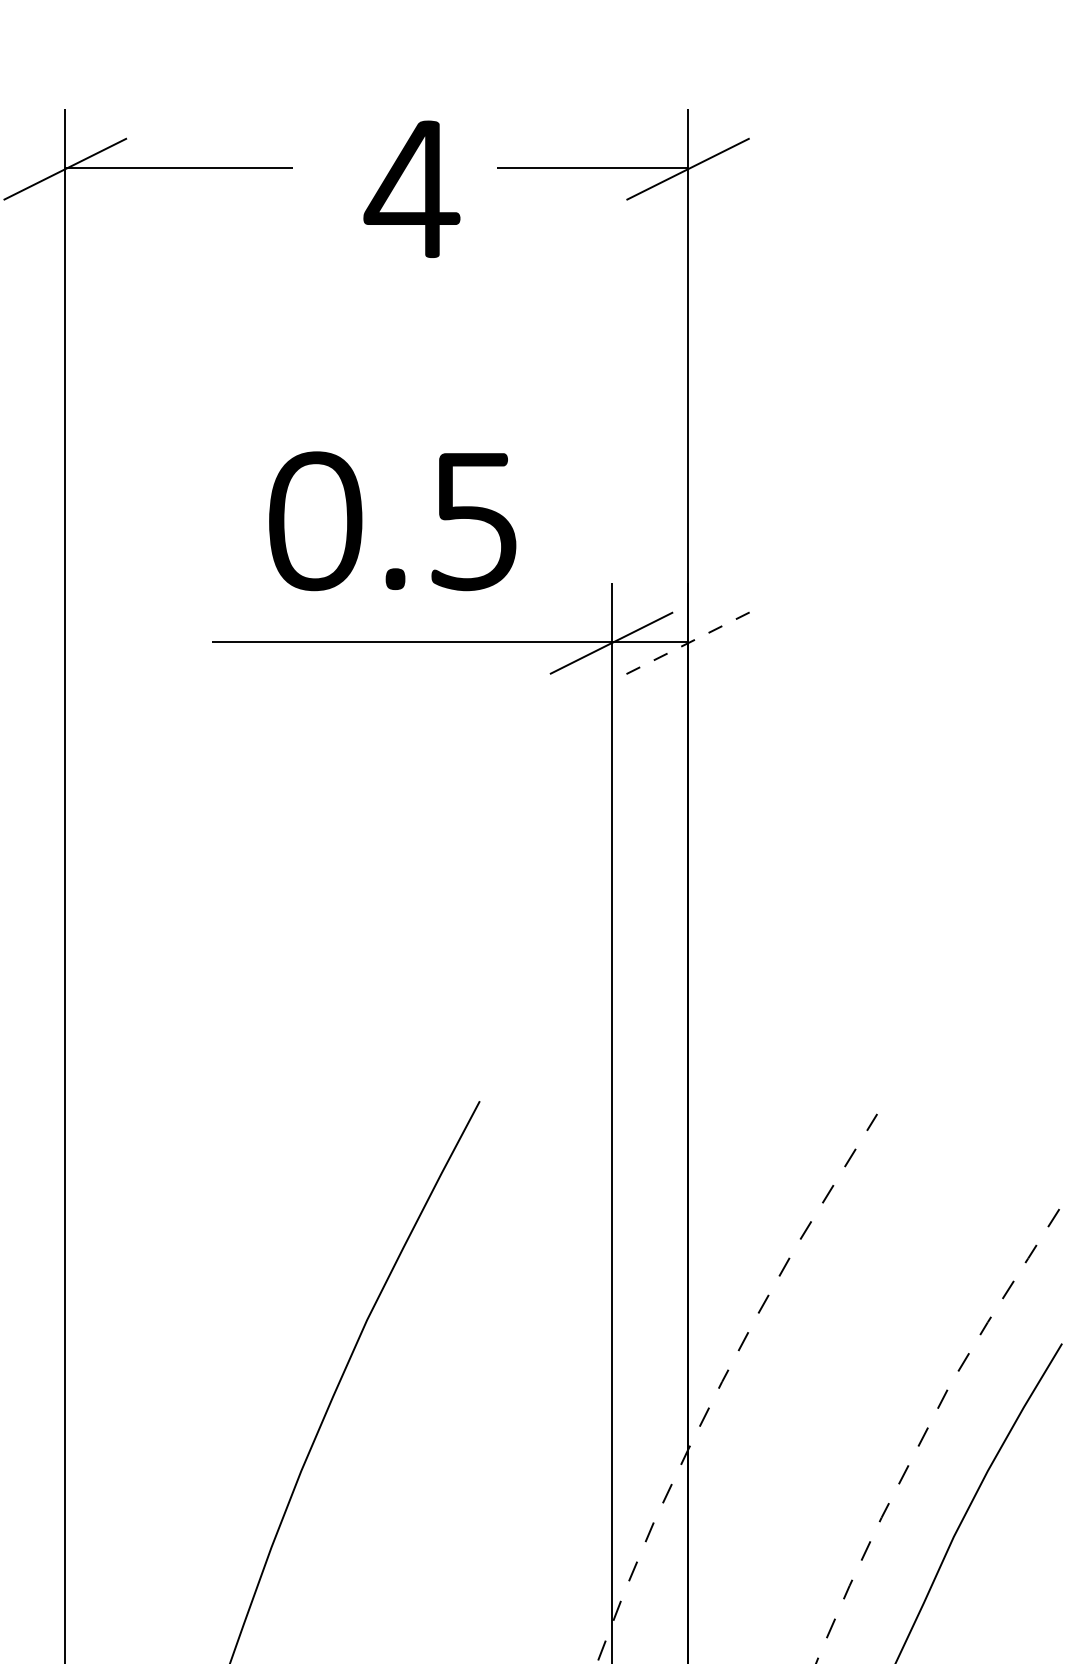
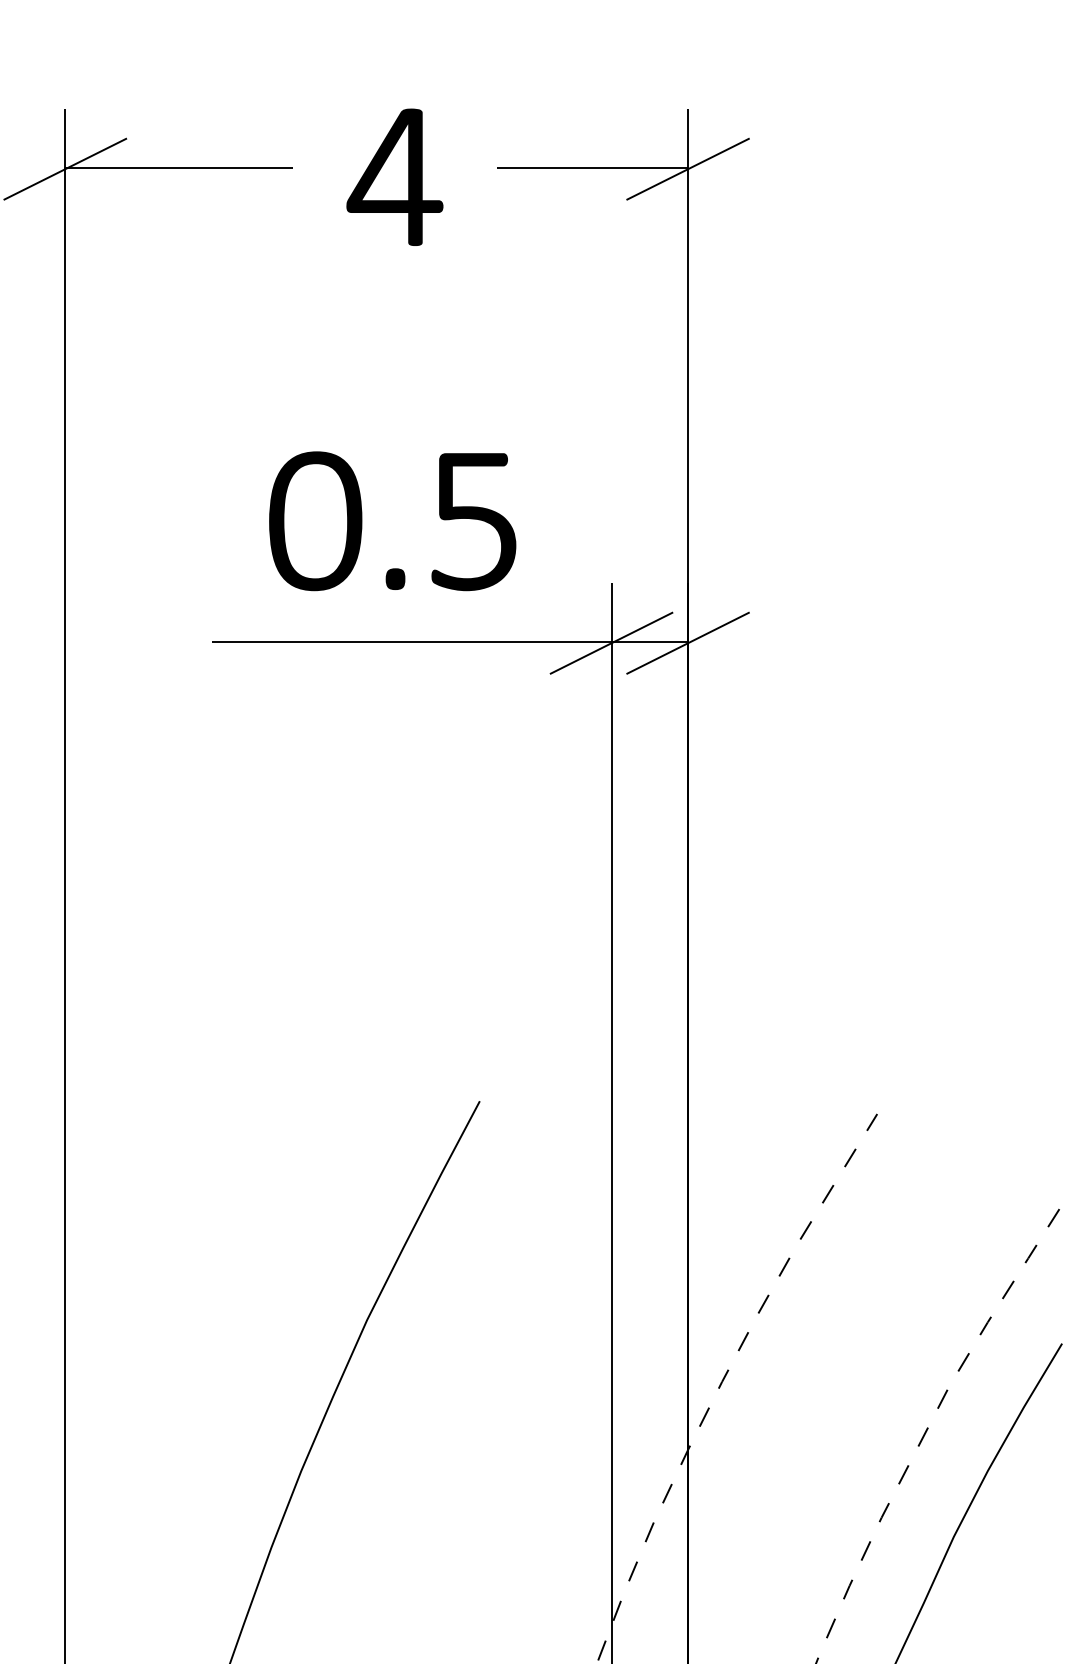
part at (411, 188) position: (411, 188) -> (394, 176)
line at (688, 643): dashed -> solid
